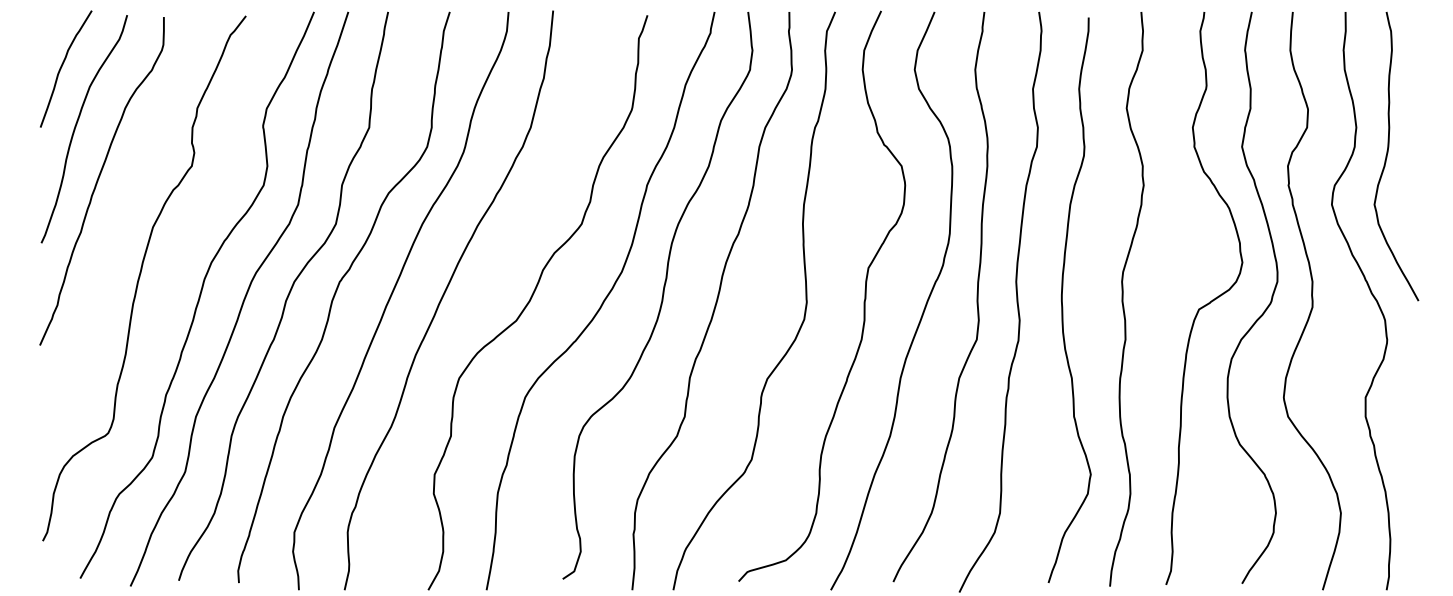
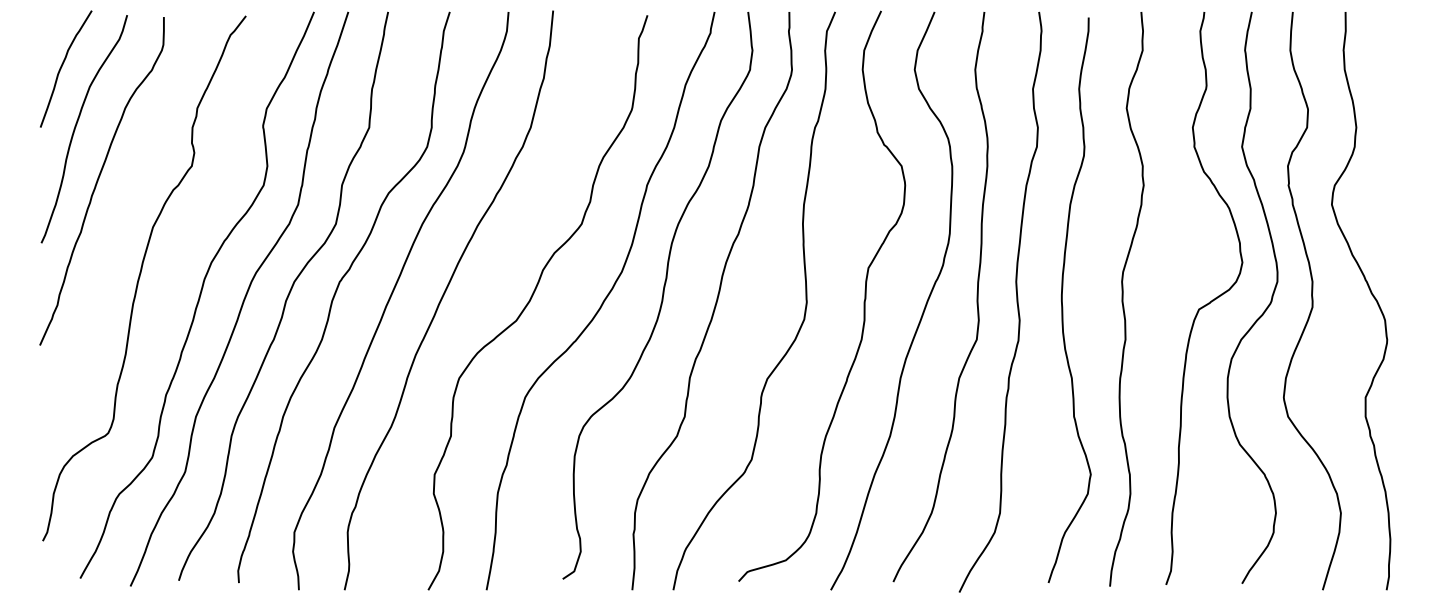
curve at (1388, 153): present -> none
